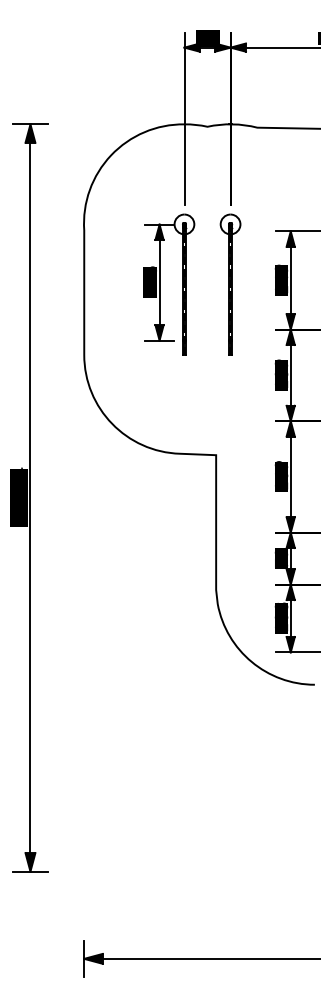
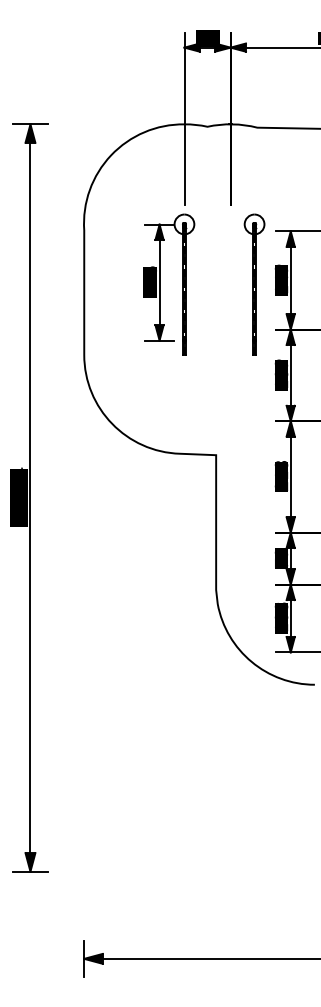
part at (230, 284) position: (230, 284) -> (254, 284)
text at (281, 475): 169 -> 213
